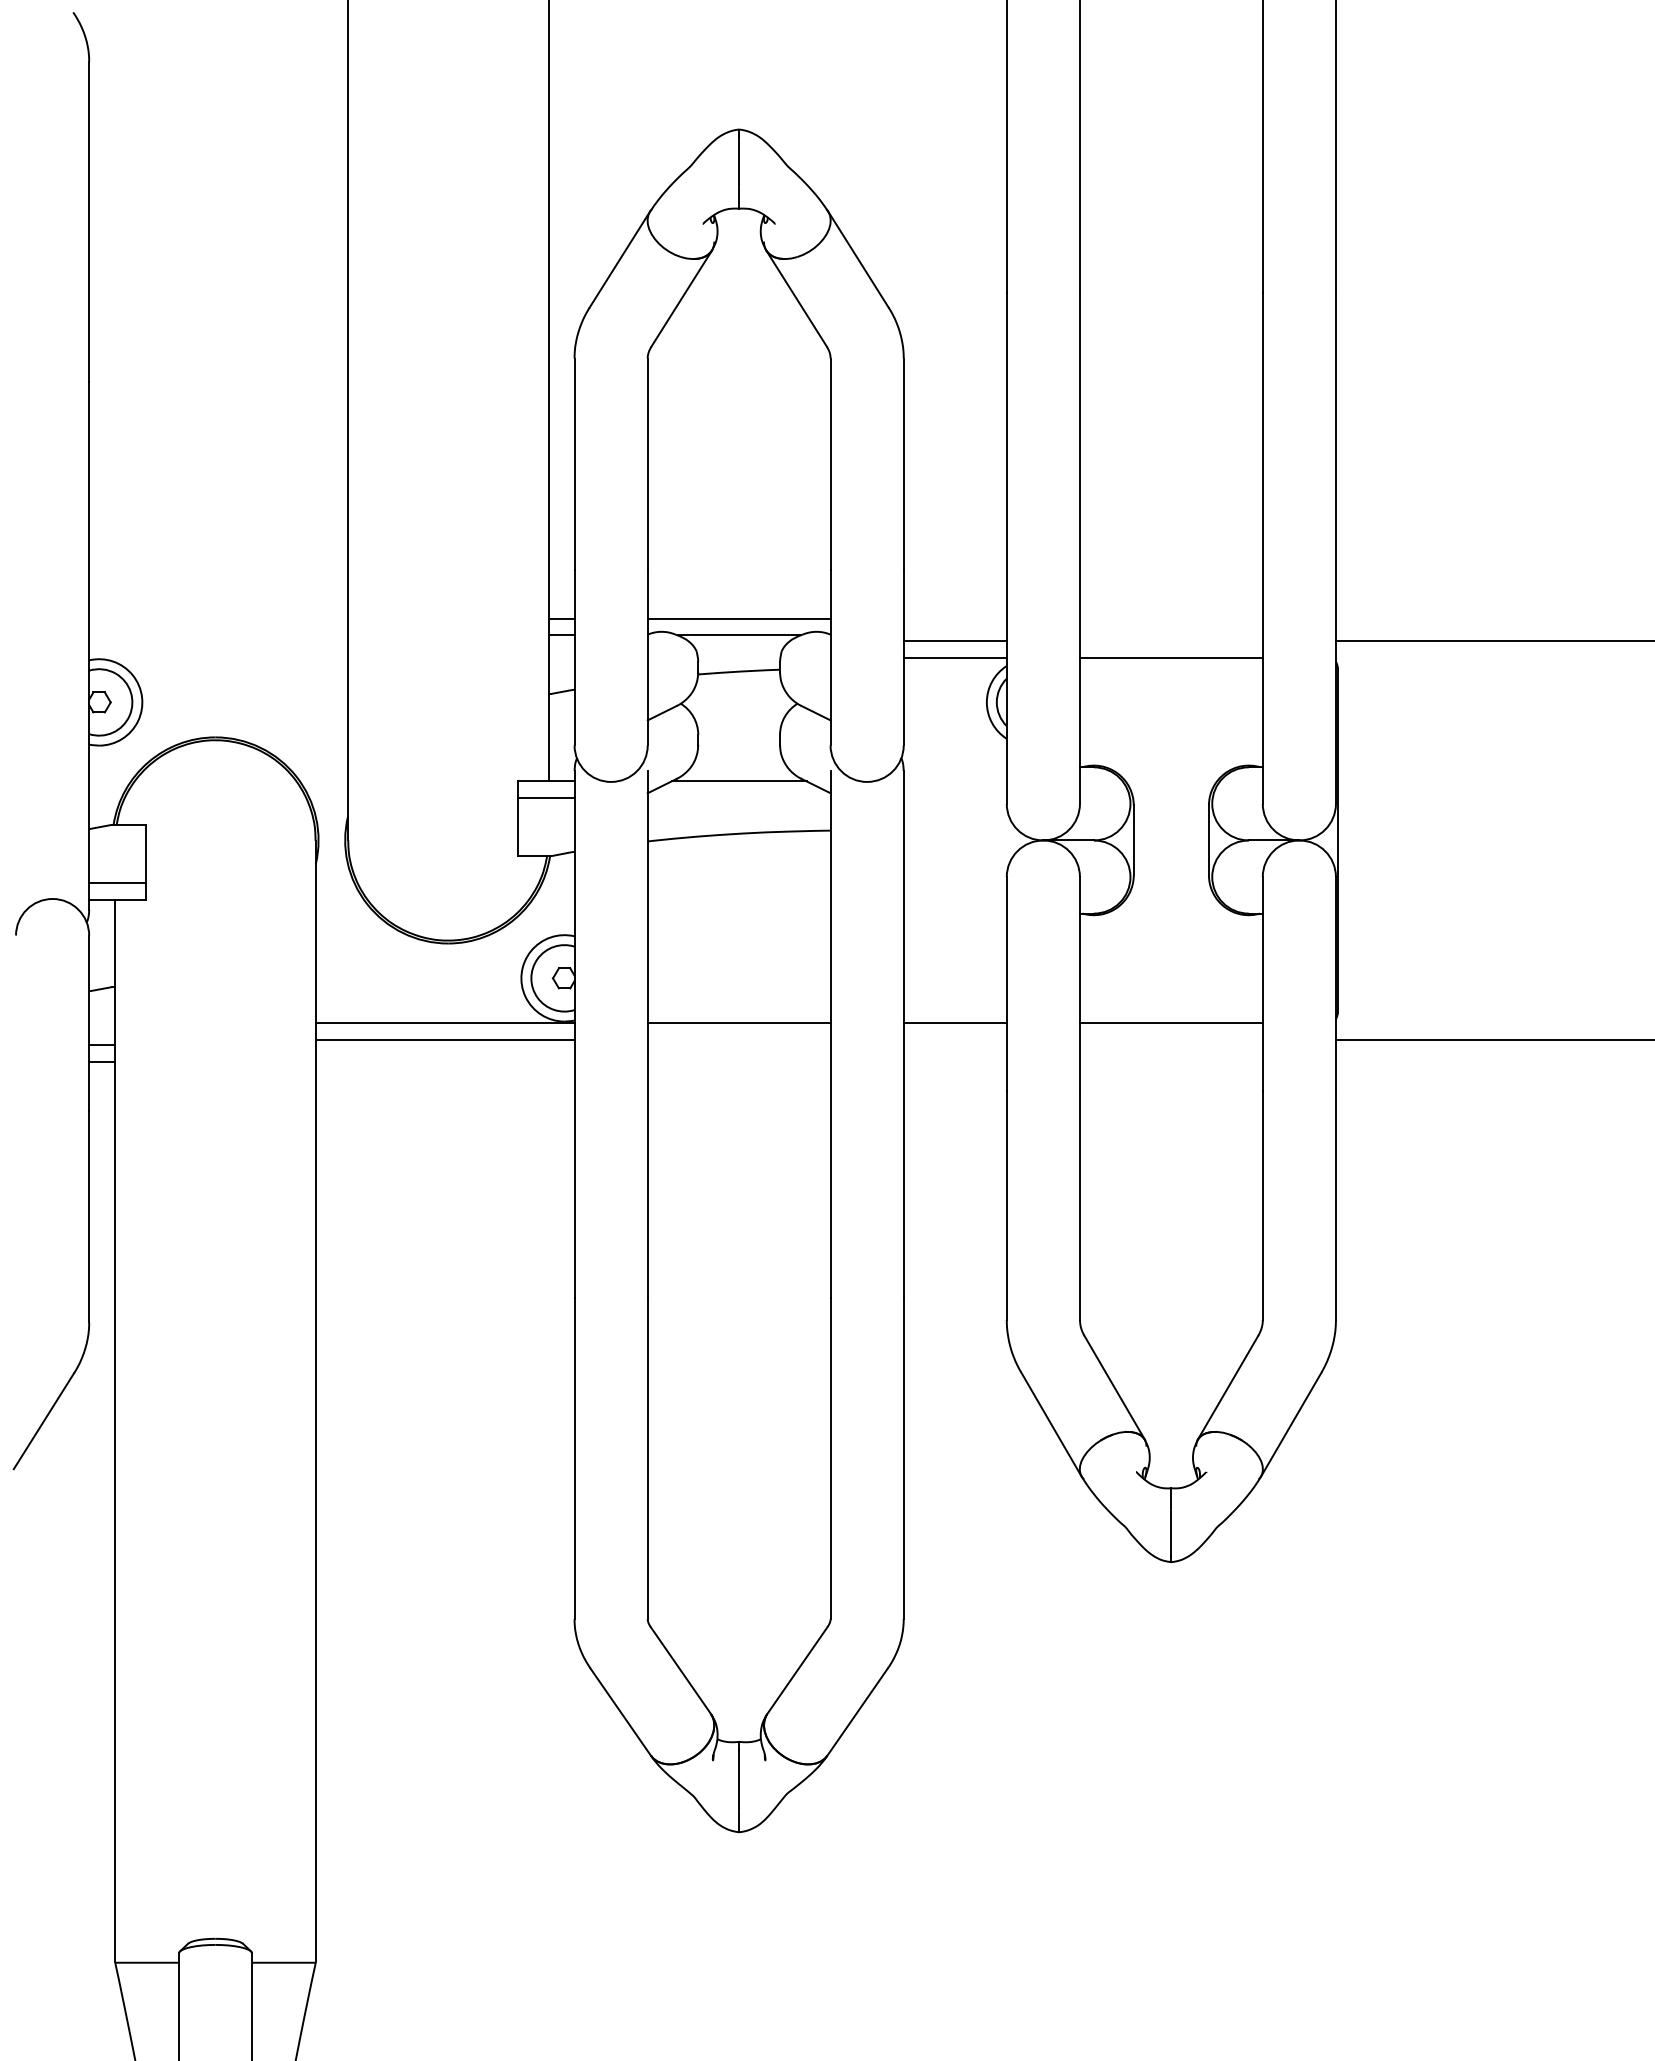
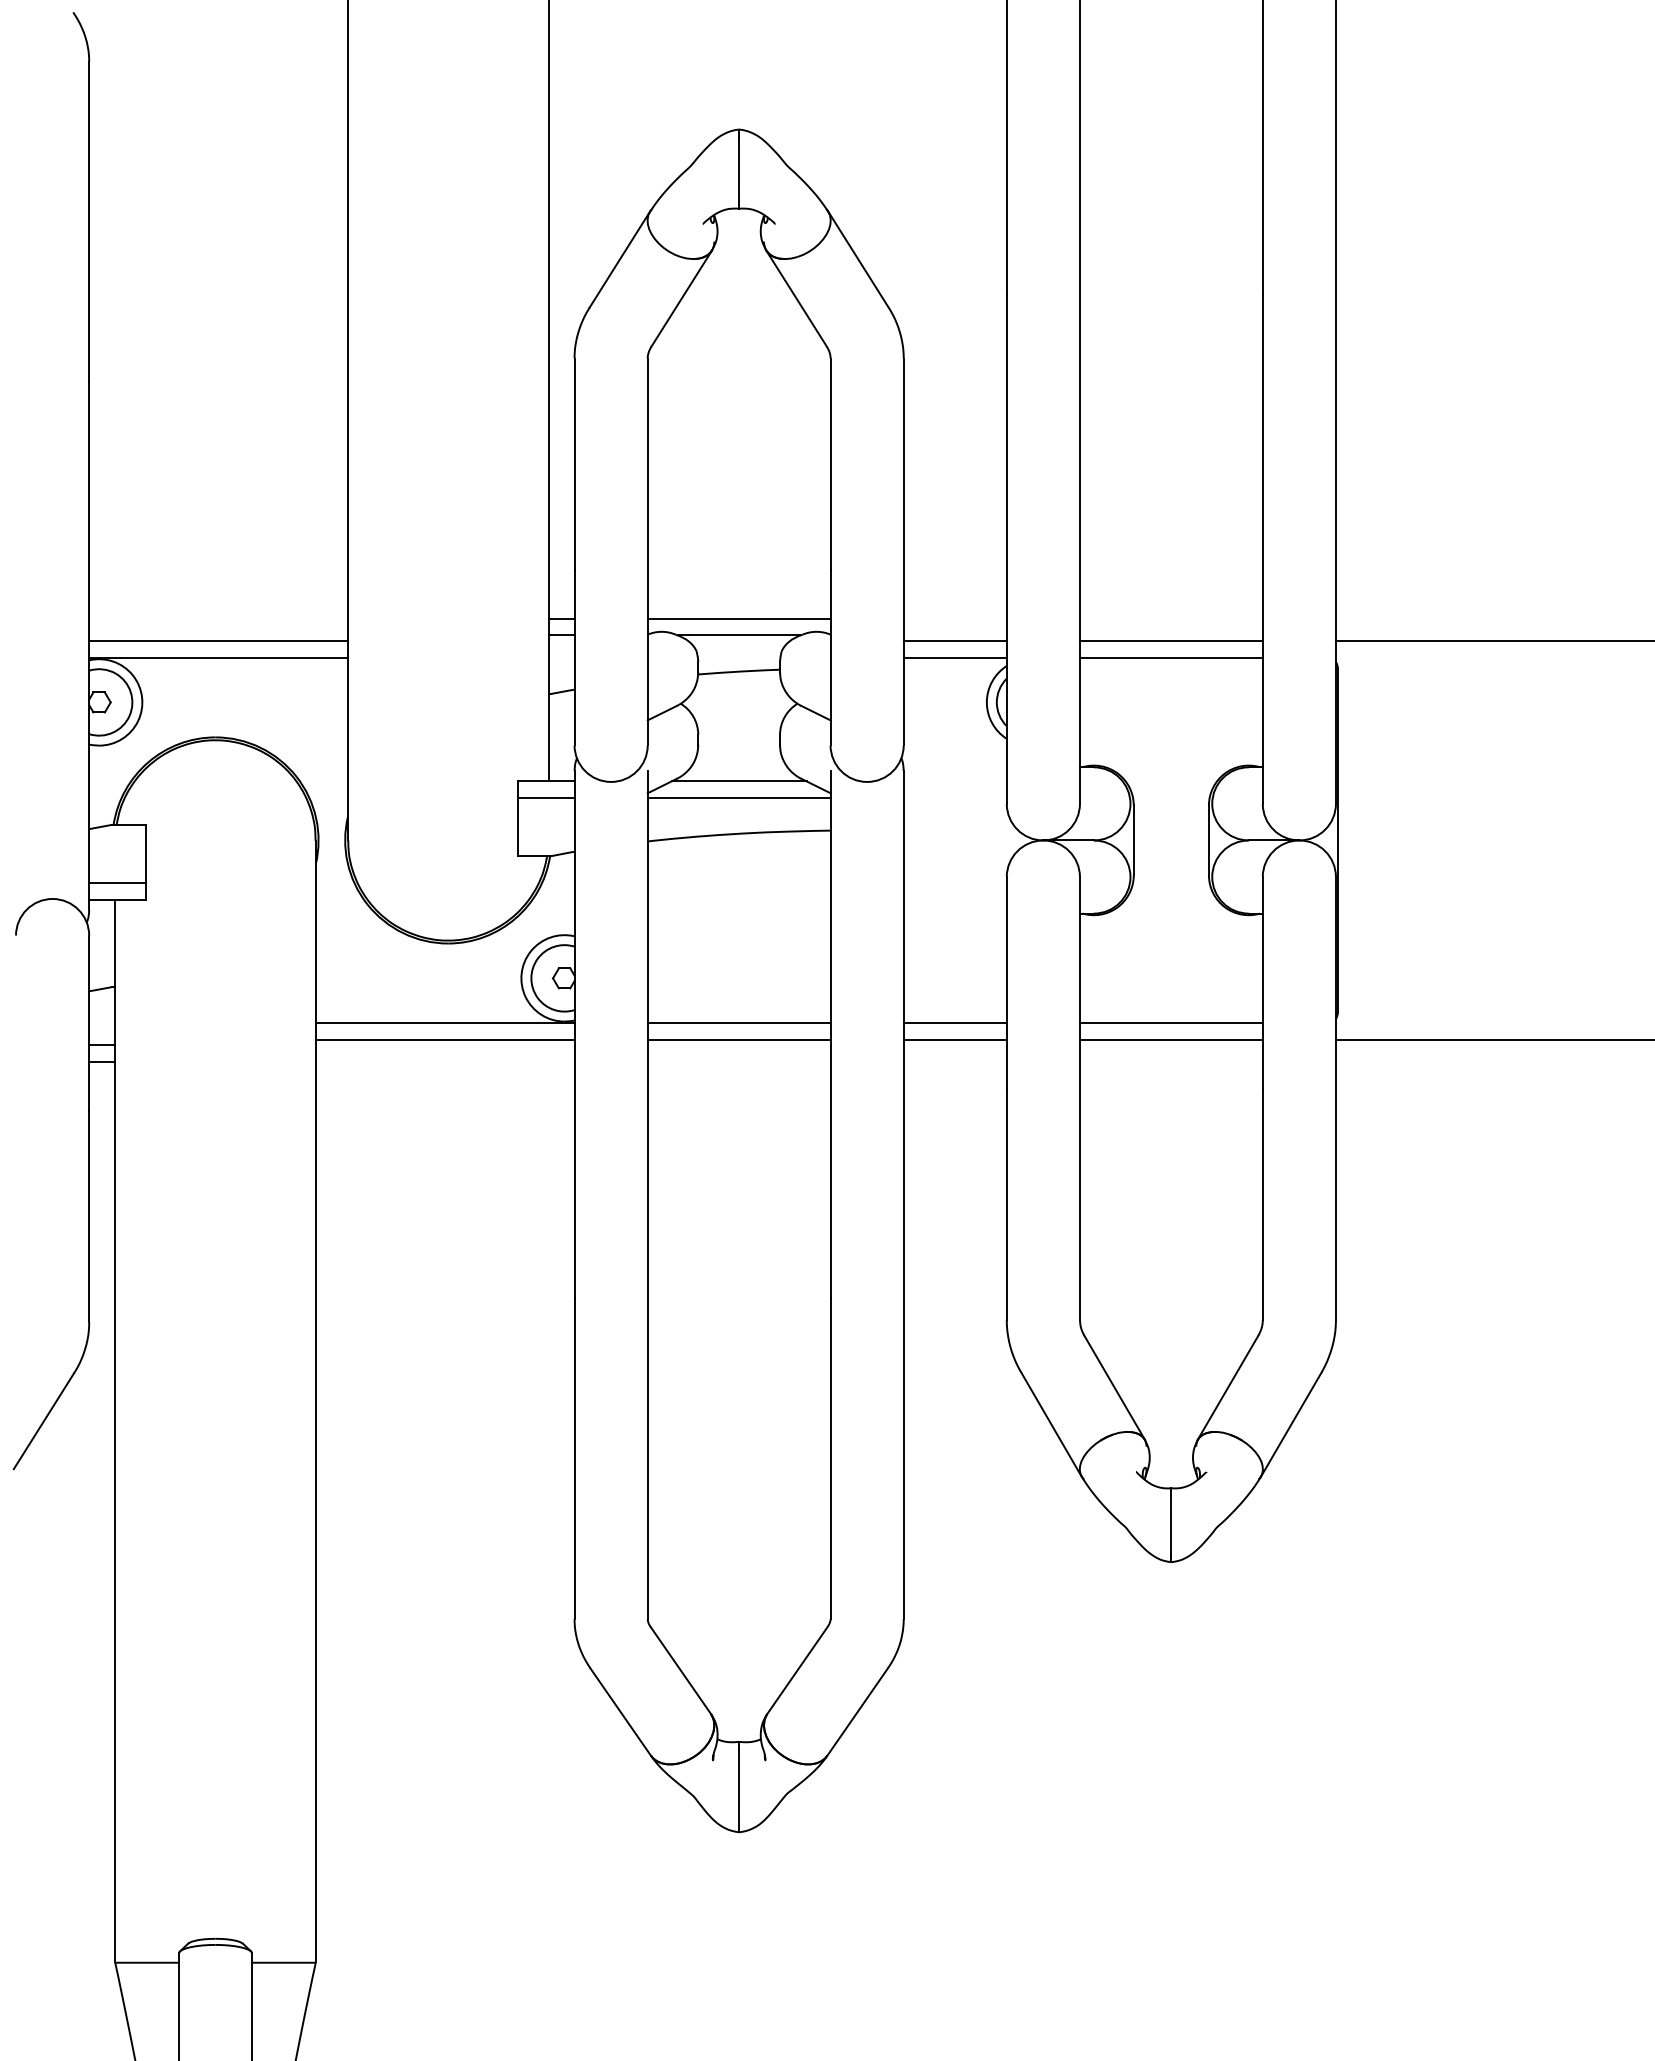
line at (218, 640): none -> present
line at (1170, 640): none -> present
line at (218, 657): none -> present
line at (738, 797): none -> present
line at (738, 1039): none -> present
line at (954, 1039): none -> present
line at (1170, 1039): none -> present
